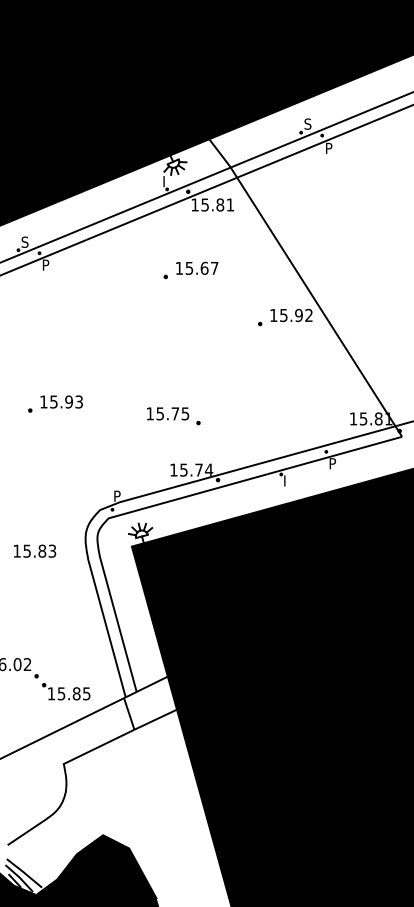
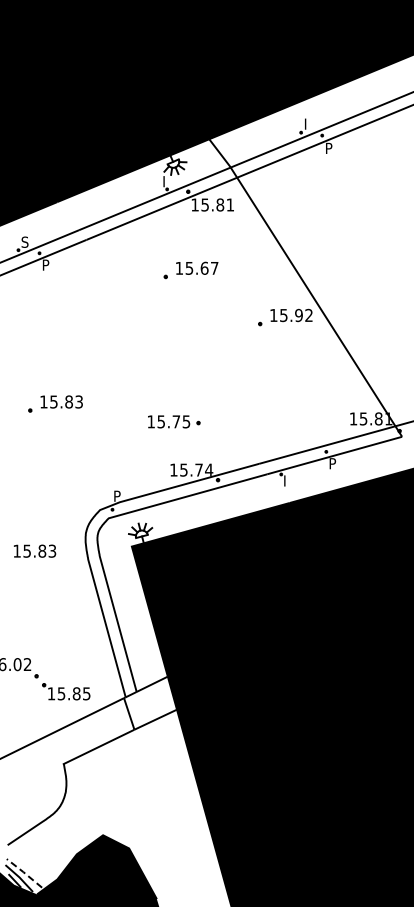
text at (307, 123): S -> I
text at (68, 401): 15.93 -> 15.83
text at (168, 413) position: (168, 413) -> (169, 421)
line at (24, 873): solid -> dashed
